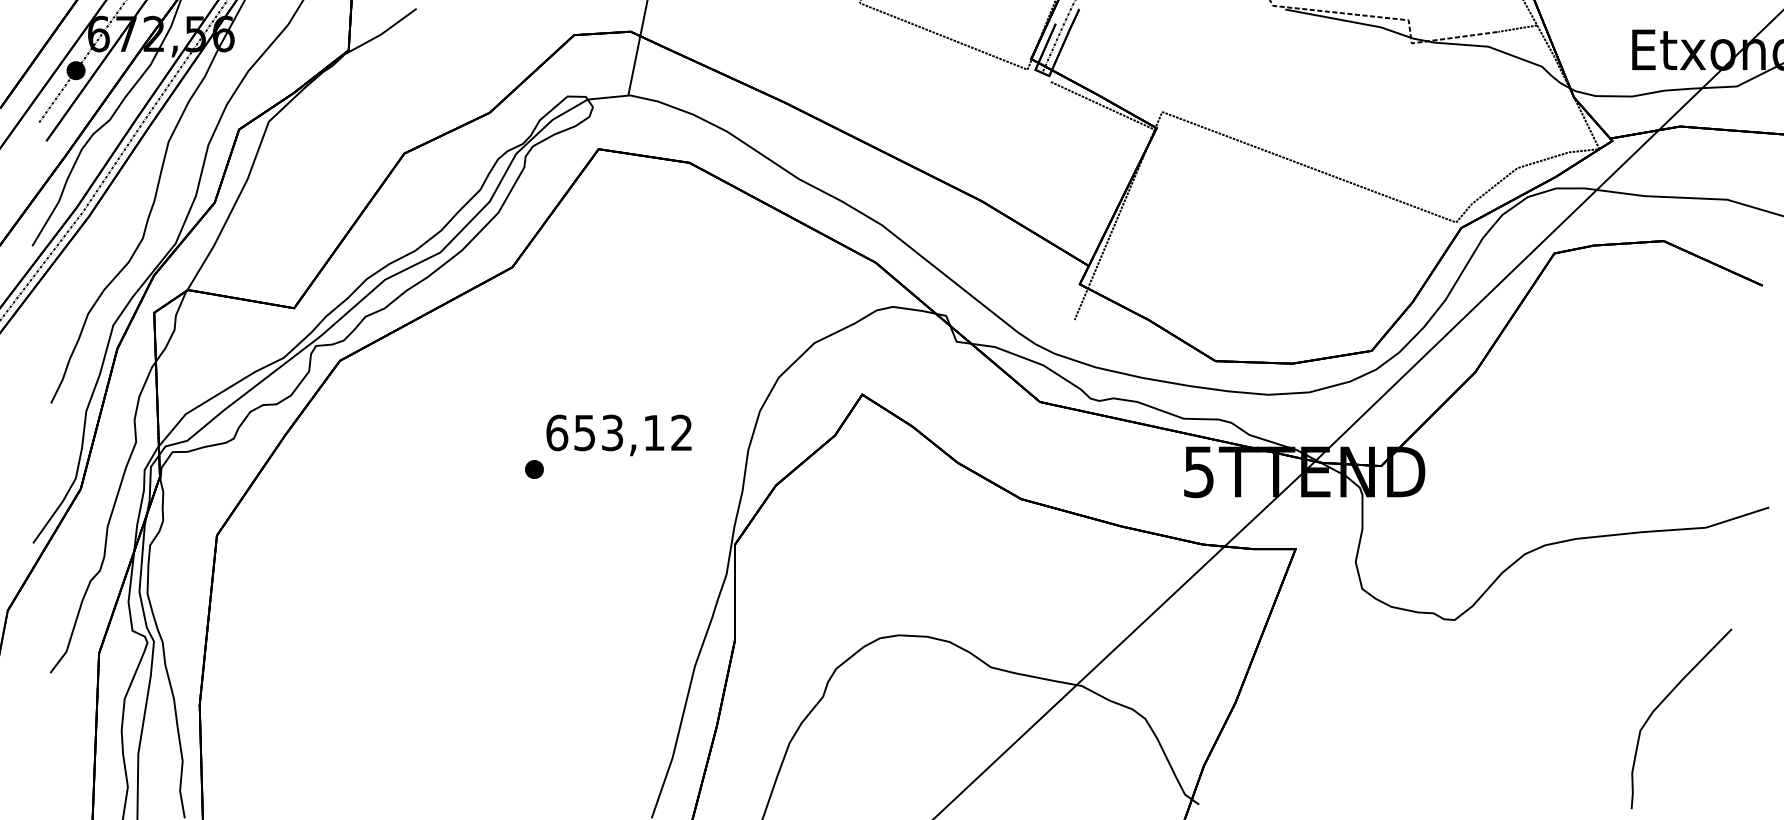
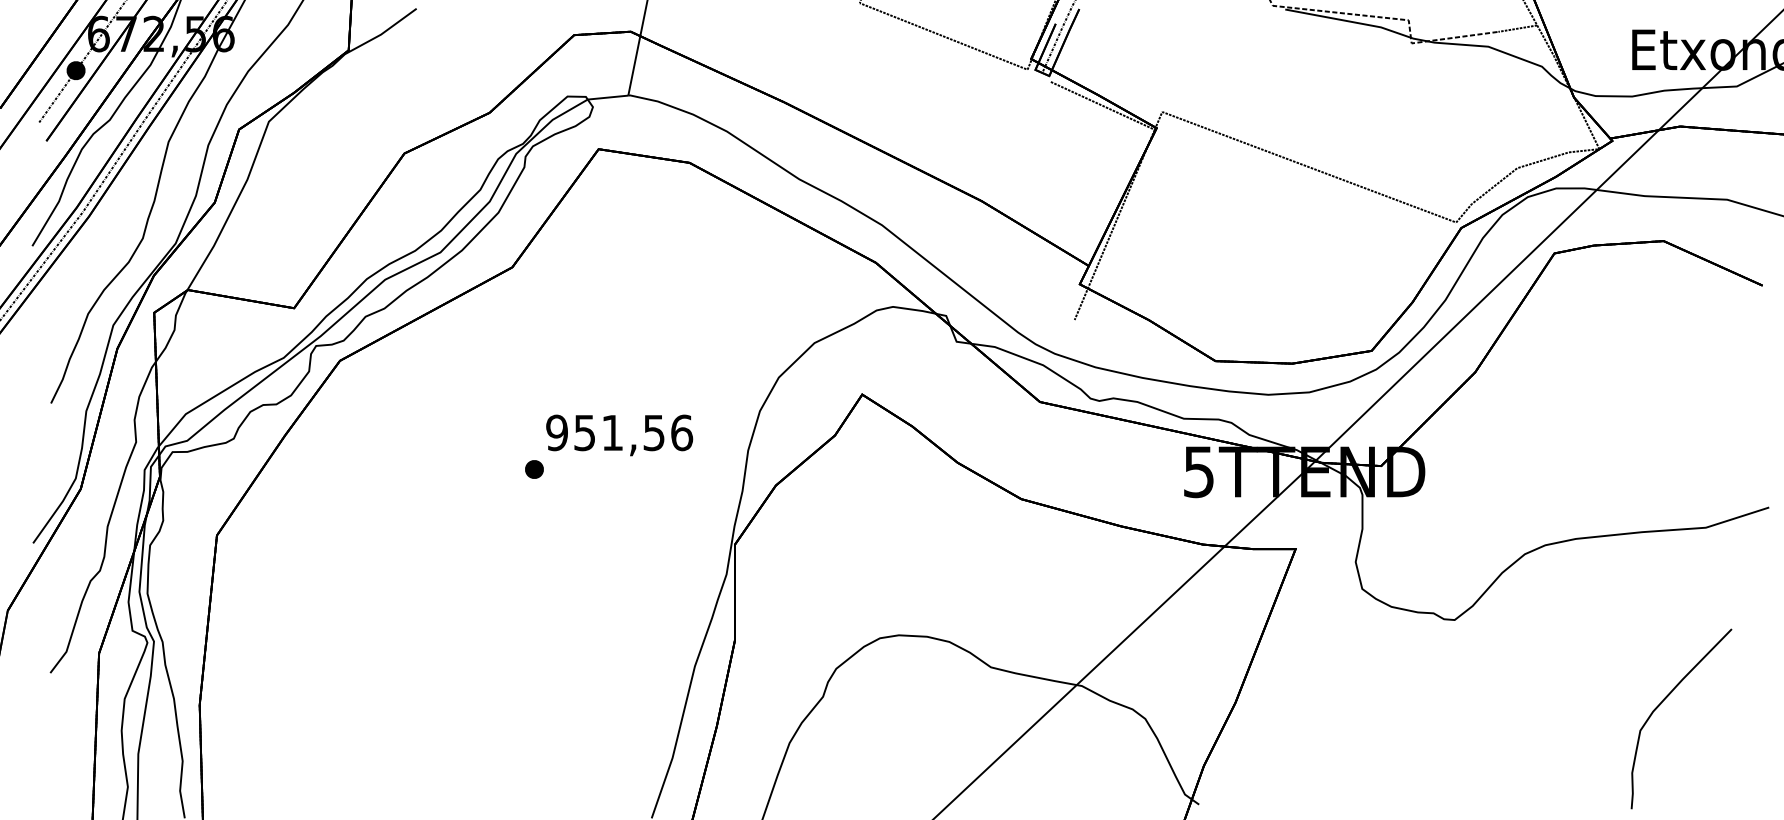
text at (619, 432): 653,12 -> 951,56
